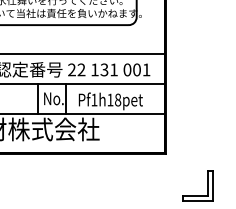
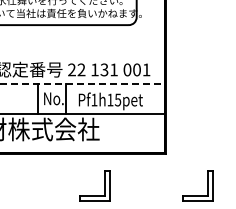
line at (83, 53): present -> none
line at (82, 83): solid -> dashed
text at (117, 99): Pf1h18pet -> Pf1h15pet
part at (104, 185): none -> present
